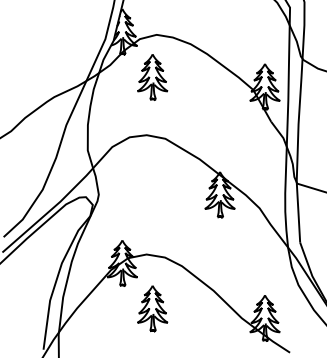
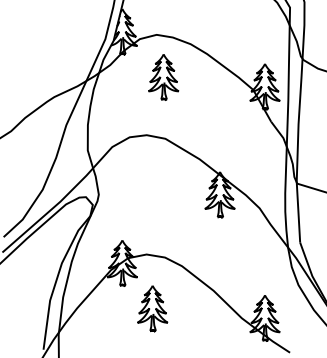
part at (152, 77) position: (152, 77) -> (163, 77)
